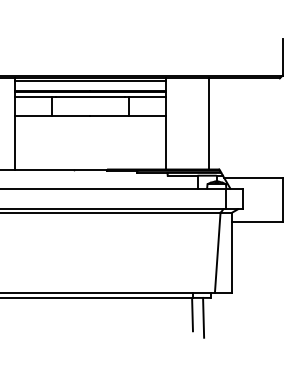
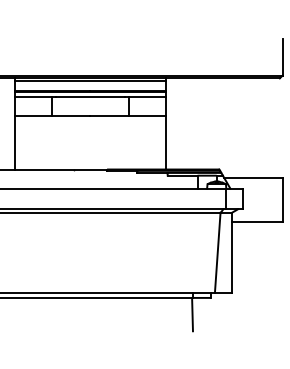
line at (209, 123): present -> none
line at (203, 317): present -> none
